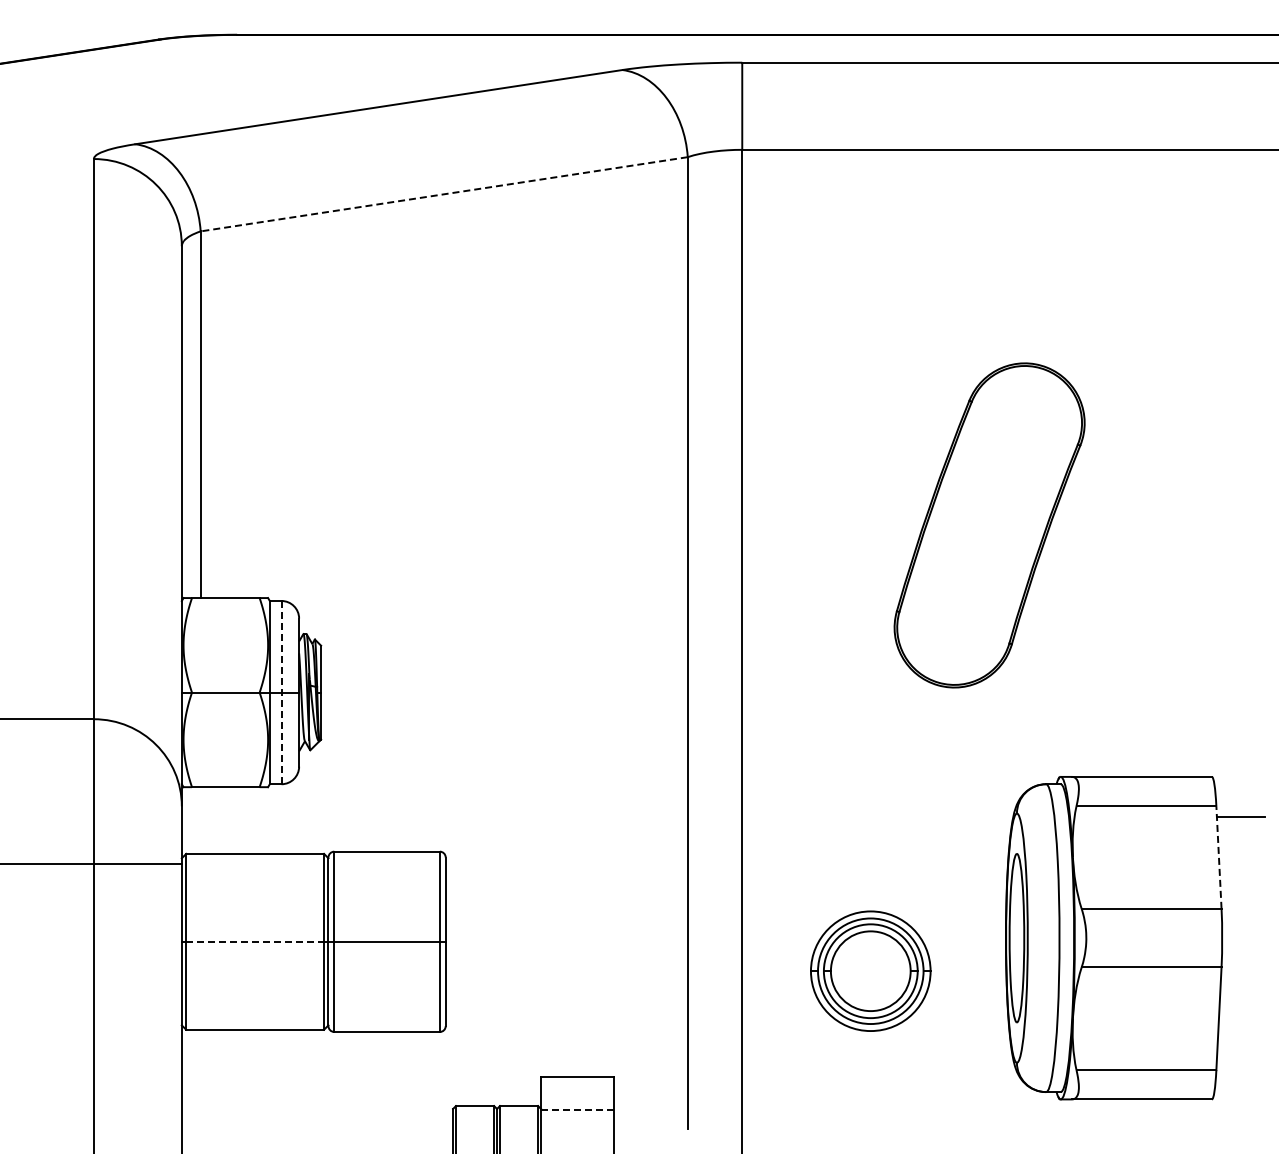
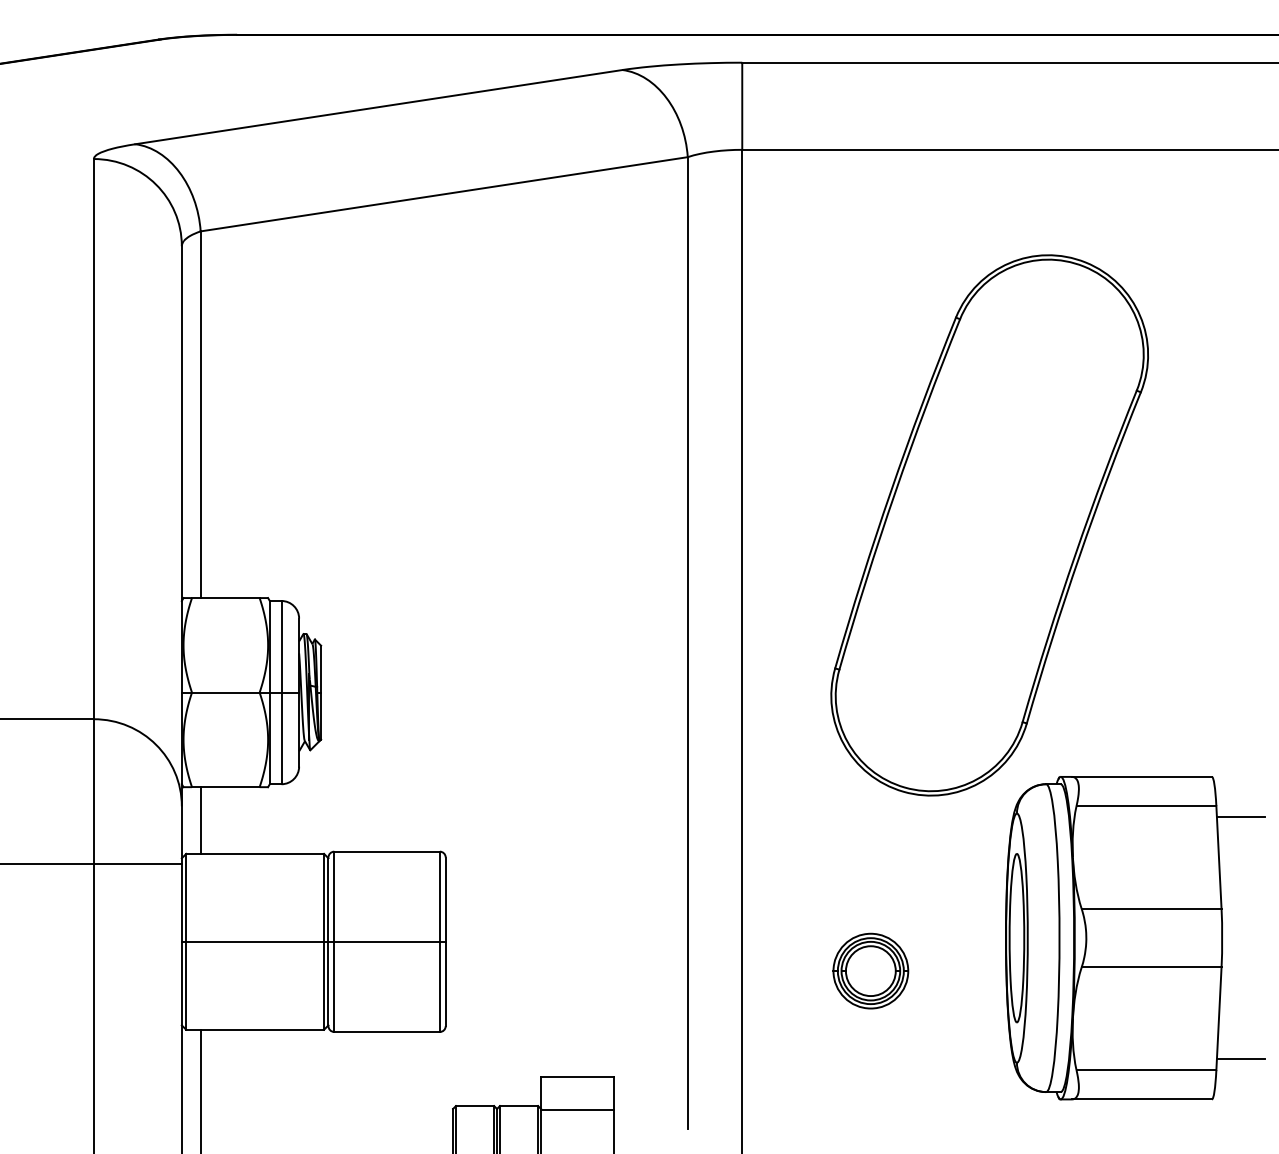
line at (443, 194): dashed -> solid
part at (989, 525) size: 193x327 px -> 319x543 px
line at (281, 692): dashed -> solid
line at (200, 820): none -> present
line at (1218, 857): dashed -> solid
line at (255, 941): dashed -> solid
part at (870, 970) size: 122x122 px -> 78x78 px
line at (1240, 1059): none -> present
line at (200, 1089): none -> present
line at (577, 1109): dashed -> solid
